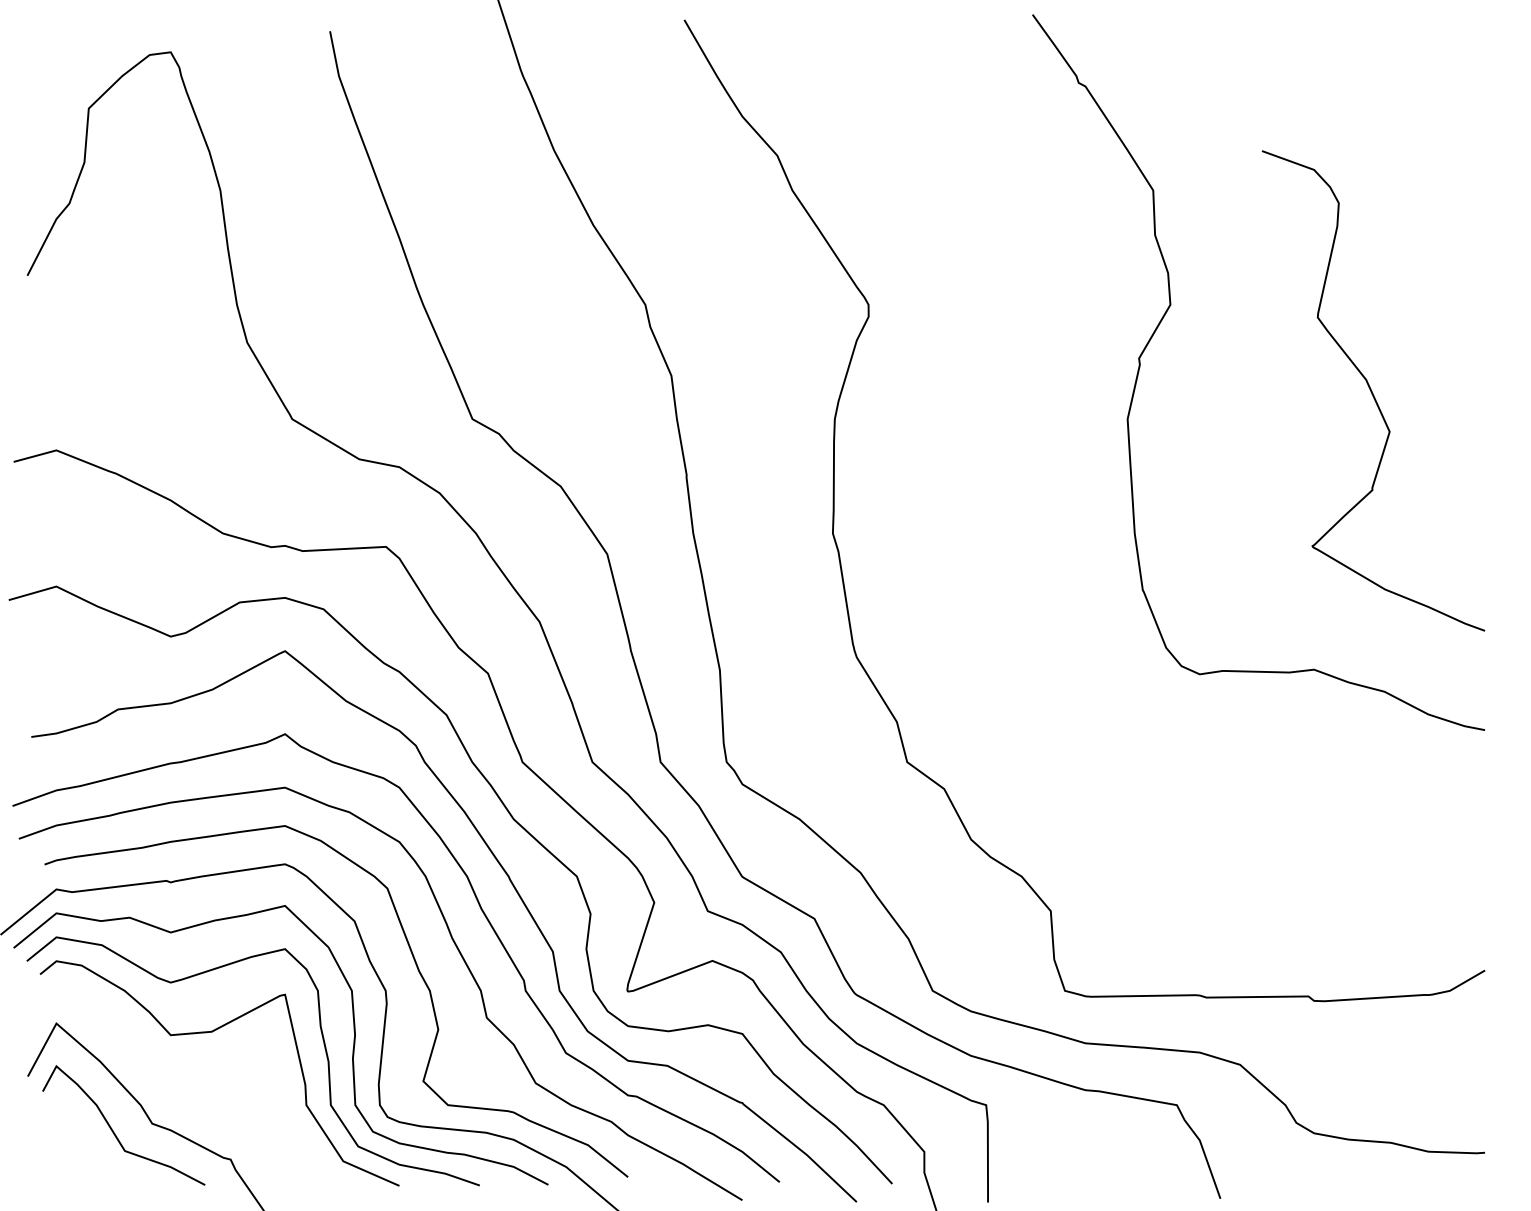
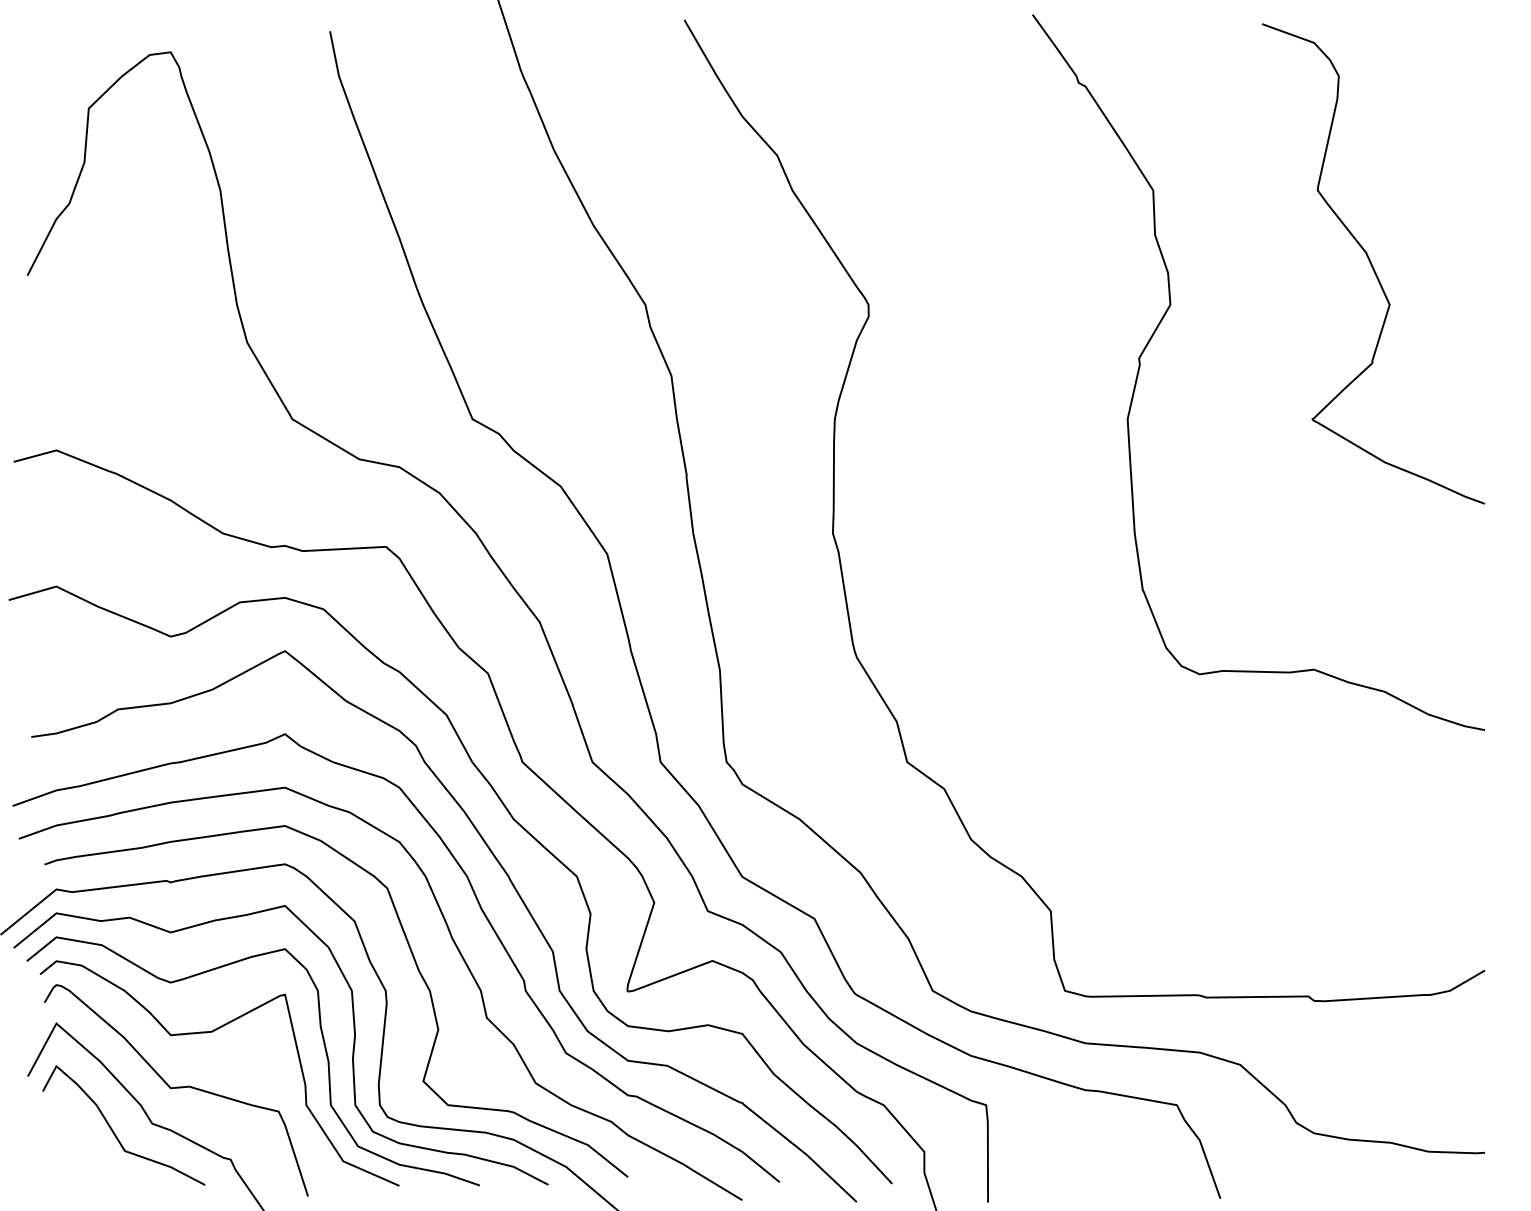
curve at (1372, 391) position: (1372, 391) -> (1372, 264)
curve at (176, 1088): none -> present
